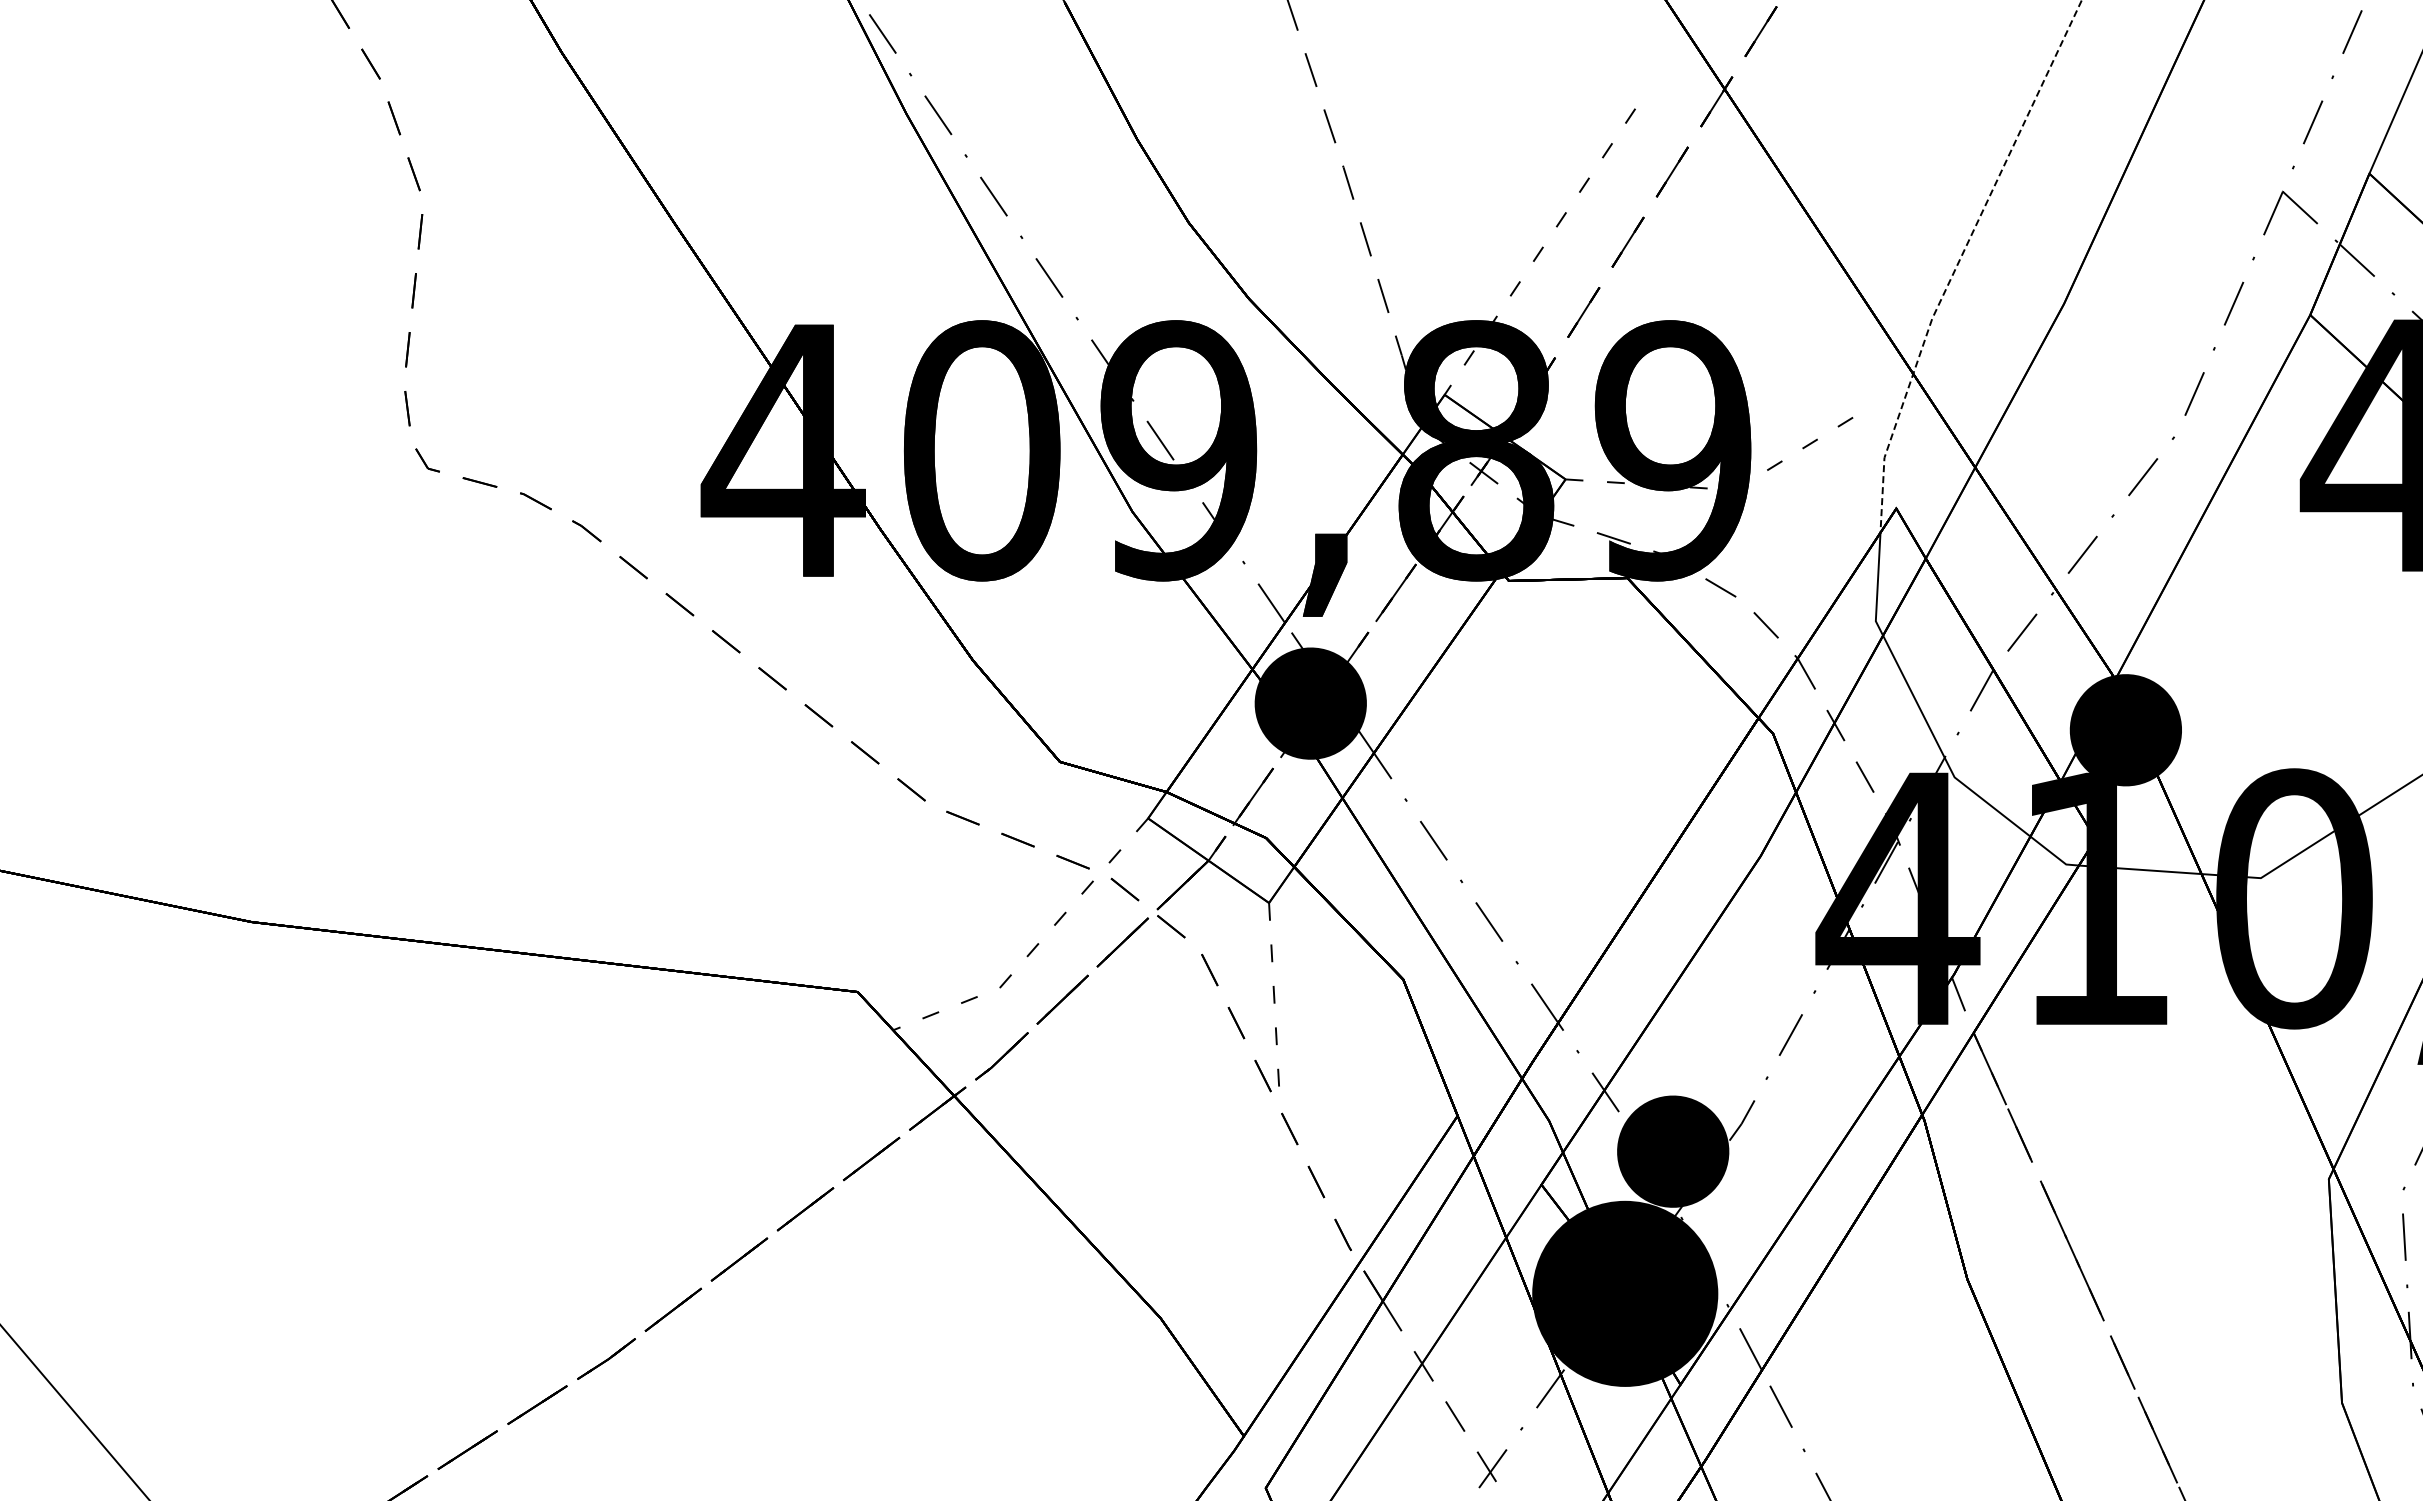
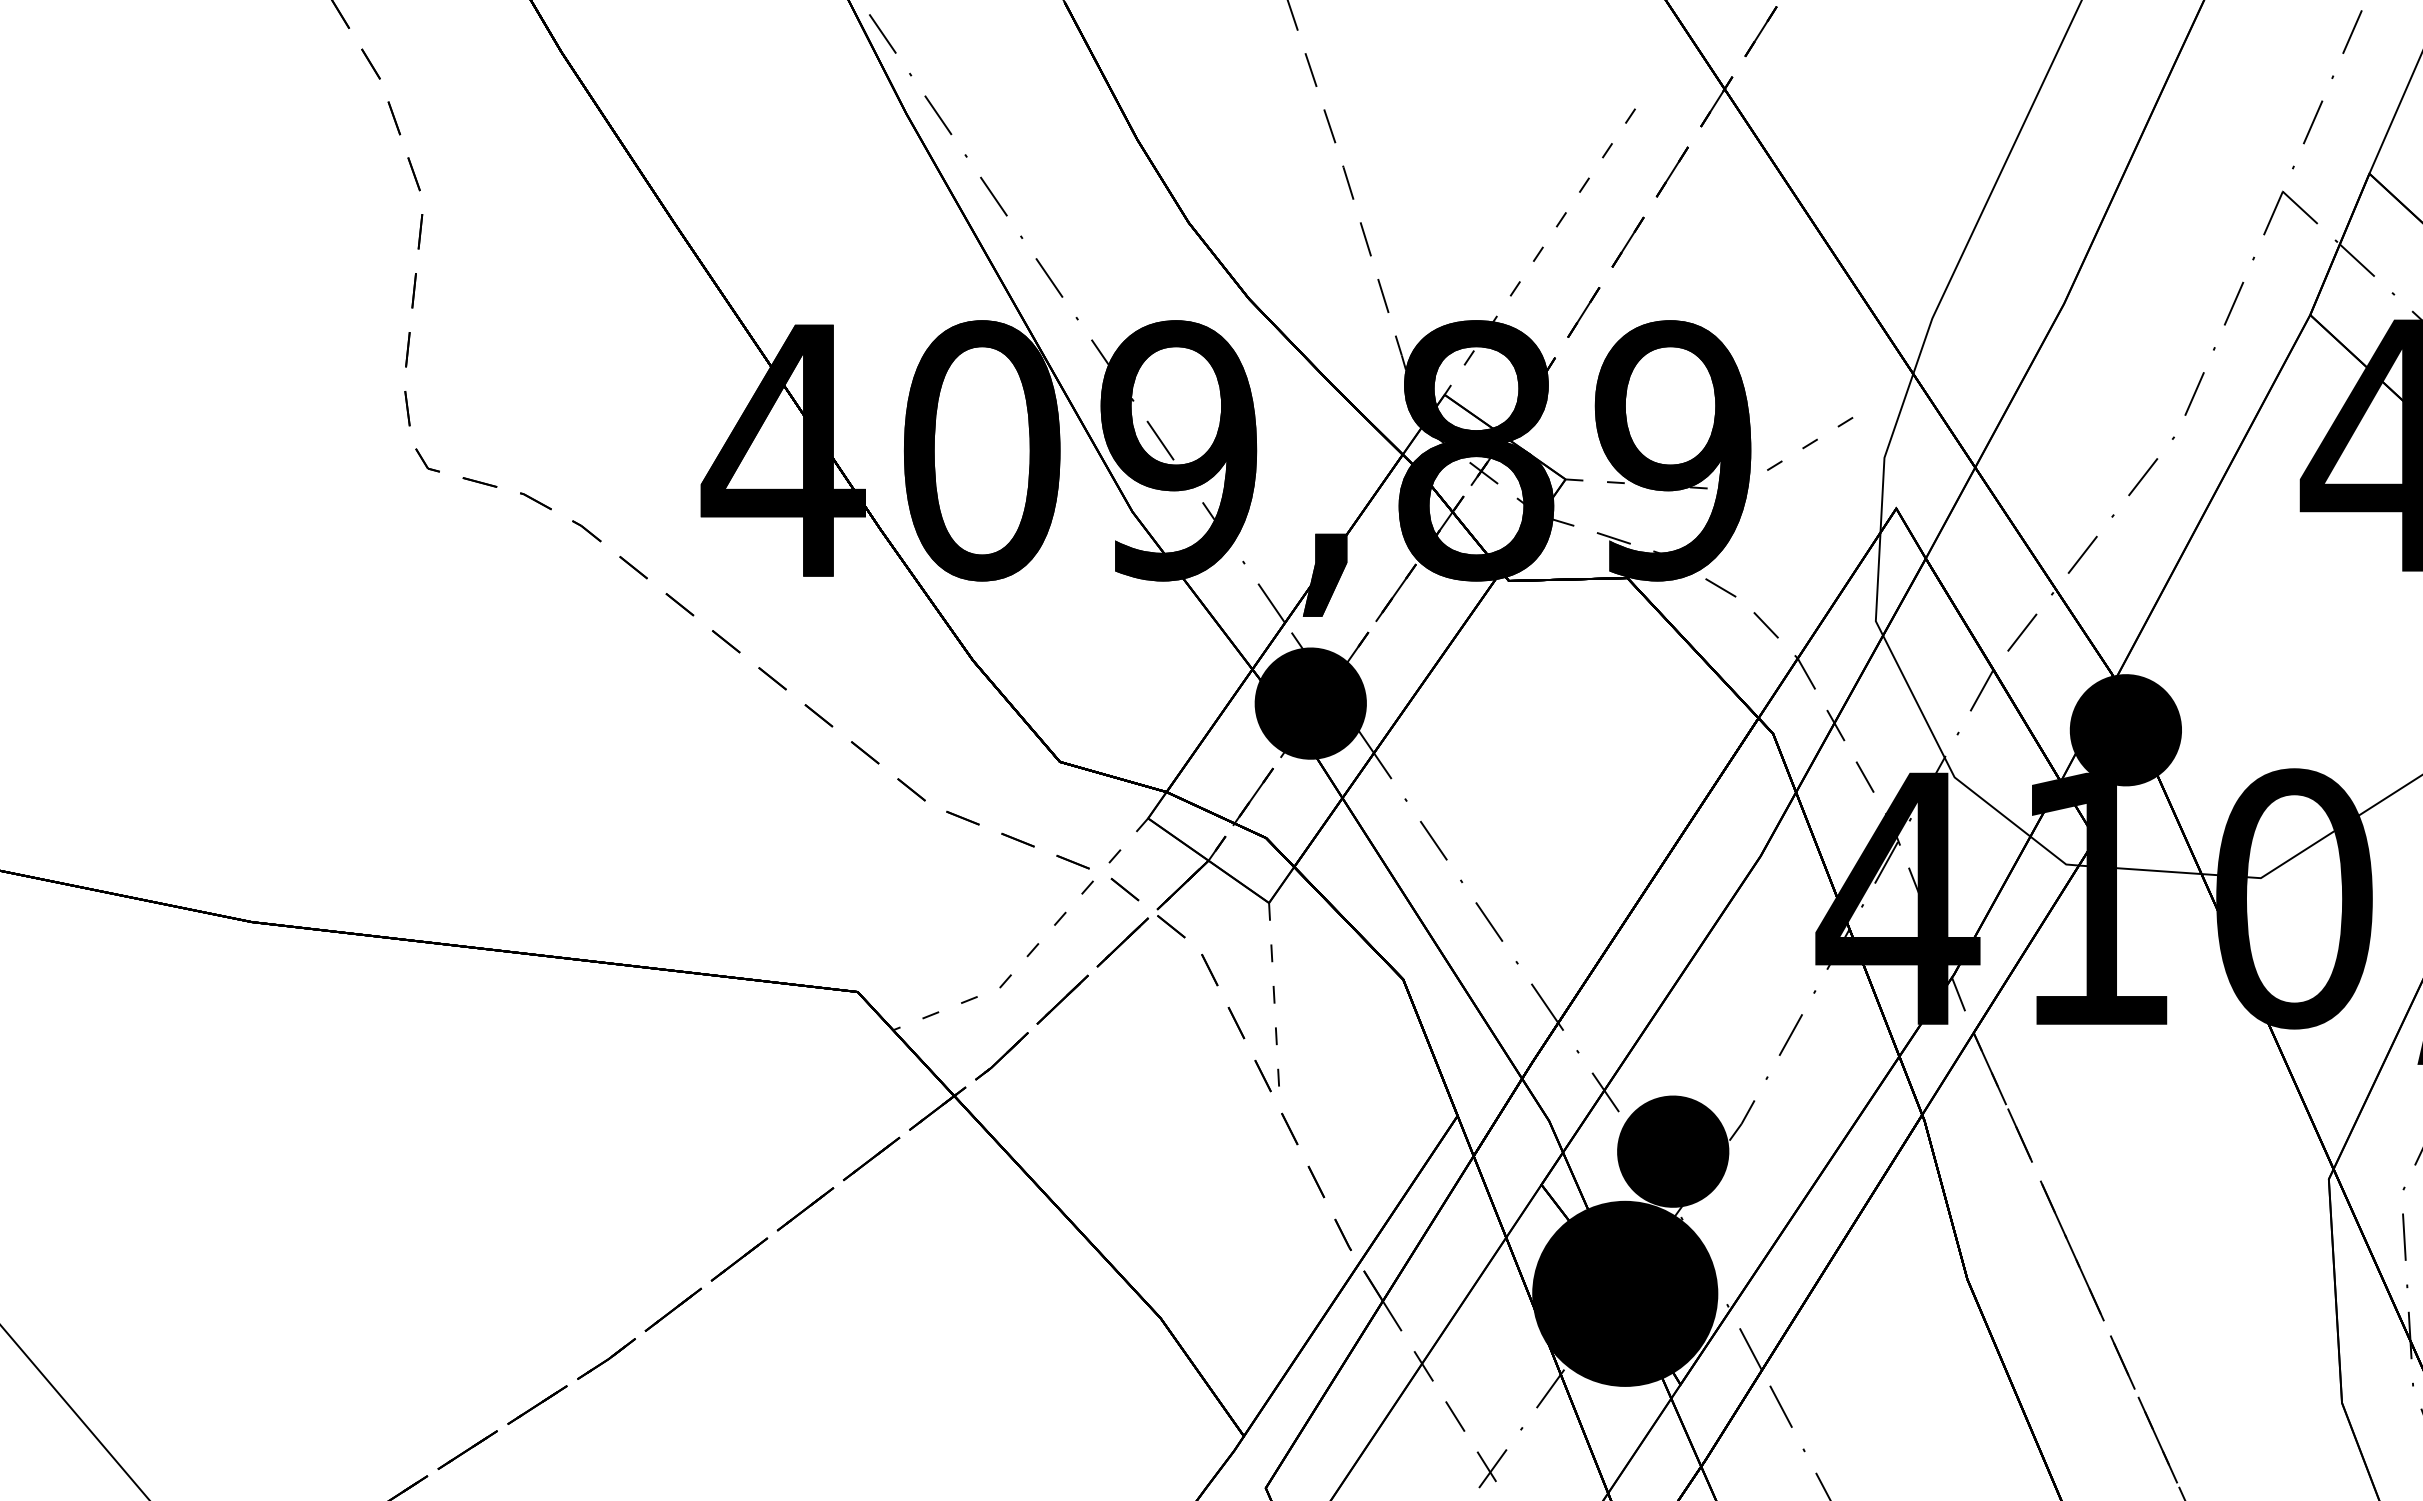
line at (1959, 261): dashed -> solid
